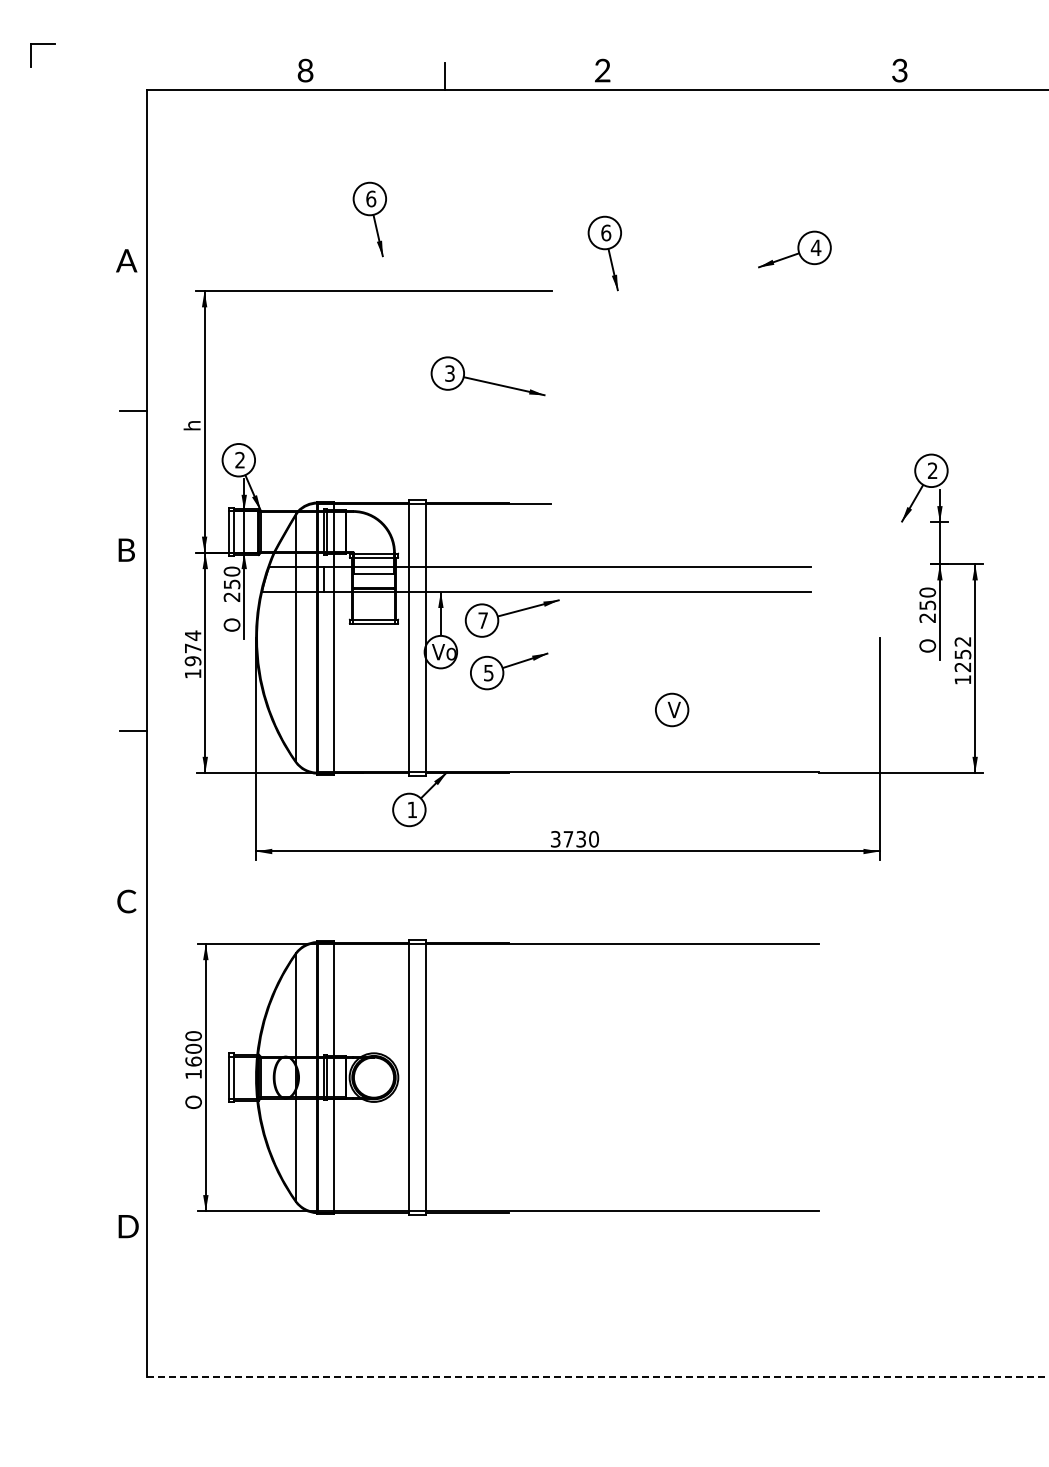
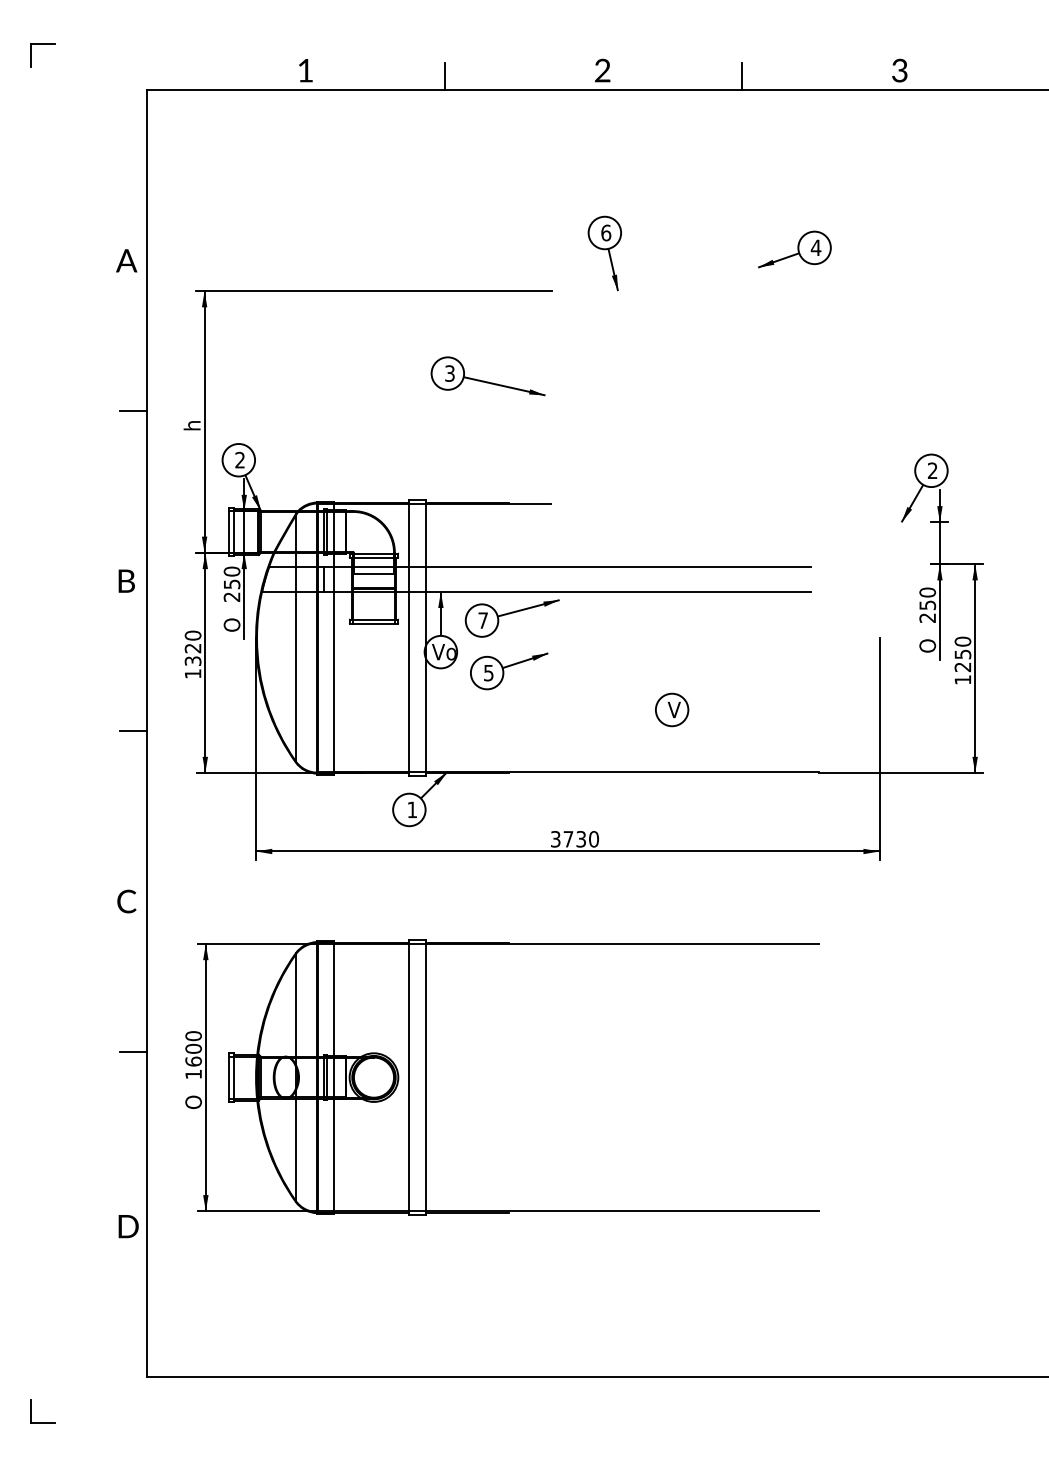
text at (305, 70): 8 -> 1
line at (741, 76): none -> present
part at (369, 219): present -> none
text at (126, 549) position: (126, 549) -> (126, 580)
text at (962, 641): 1252 -> 1250
text at (192, 648): 1974 -> 1320
line at (133, 1051): none -> present
line at (598, 1376): dashed -> solid
part at (31, 1411): none -> present
